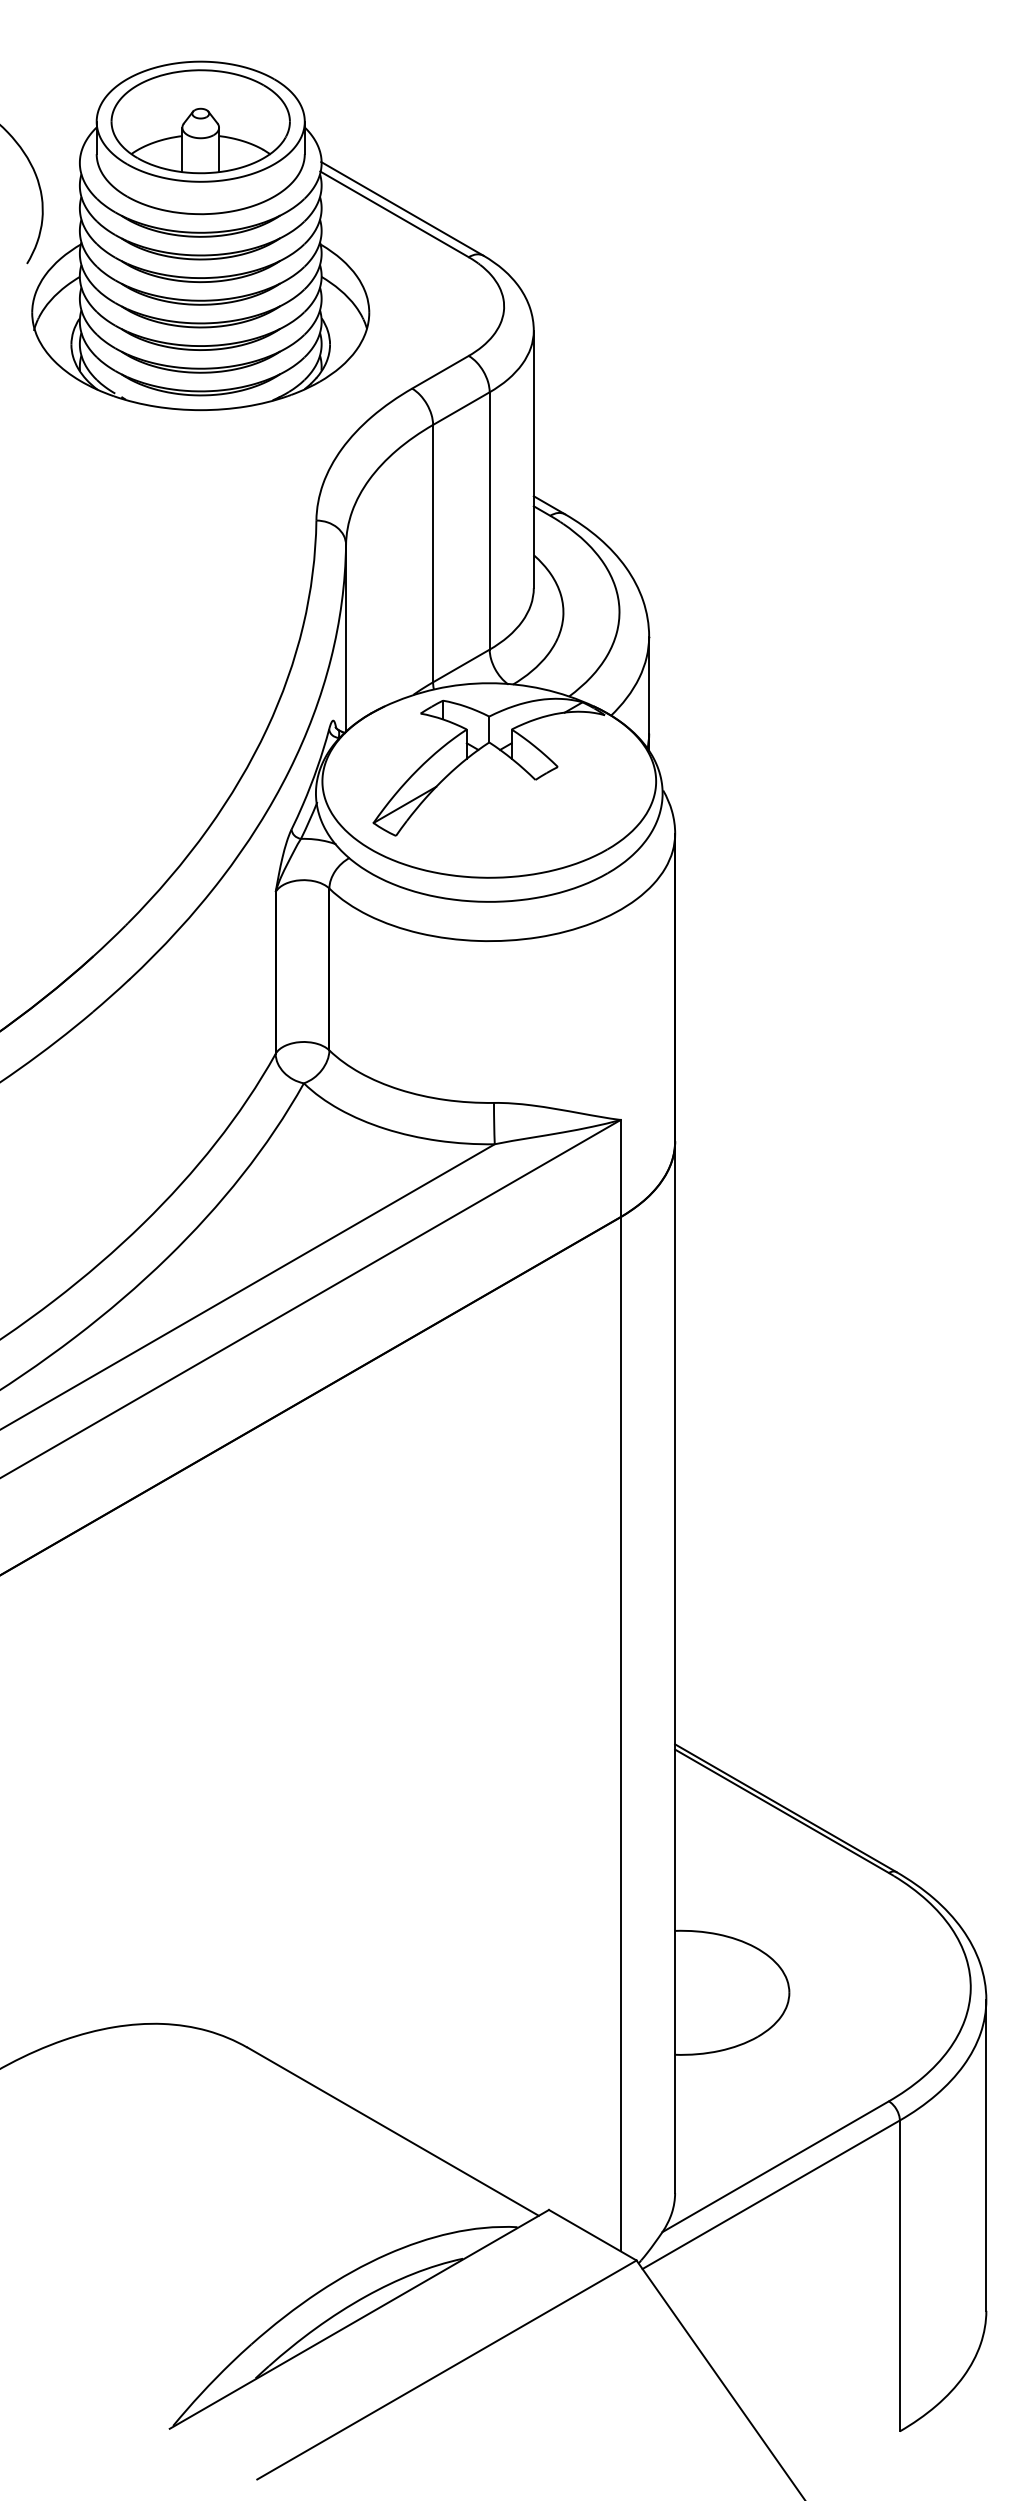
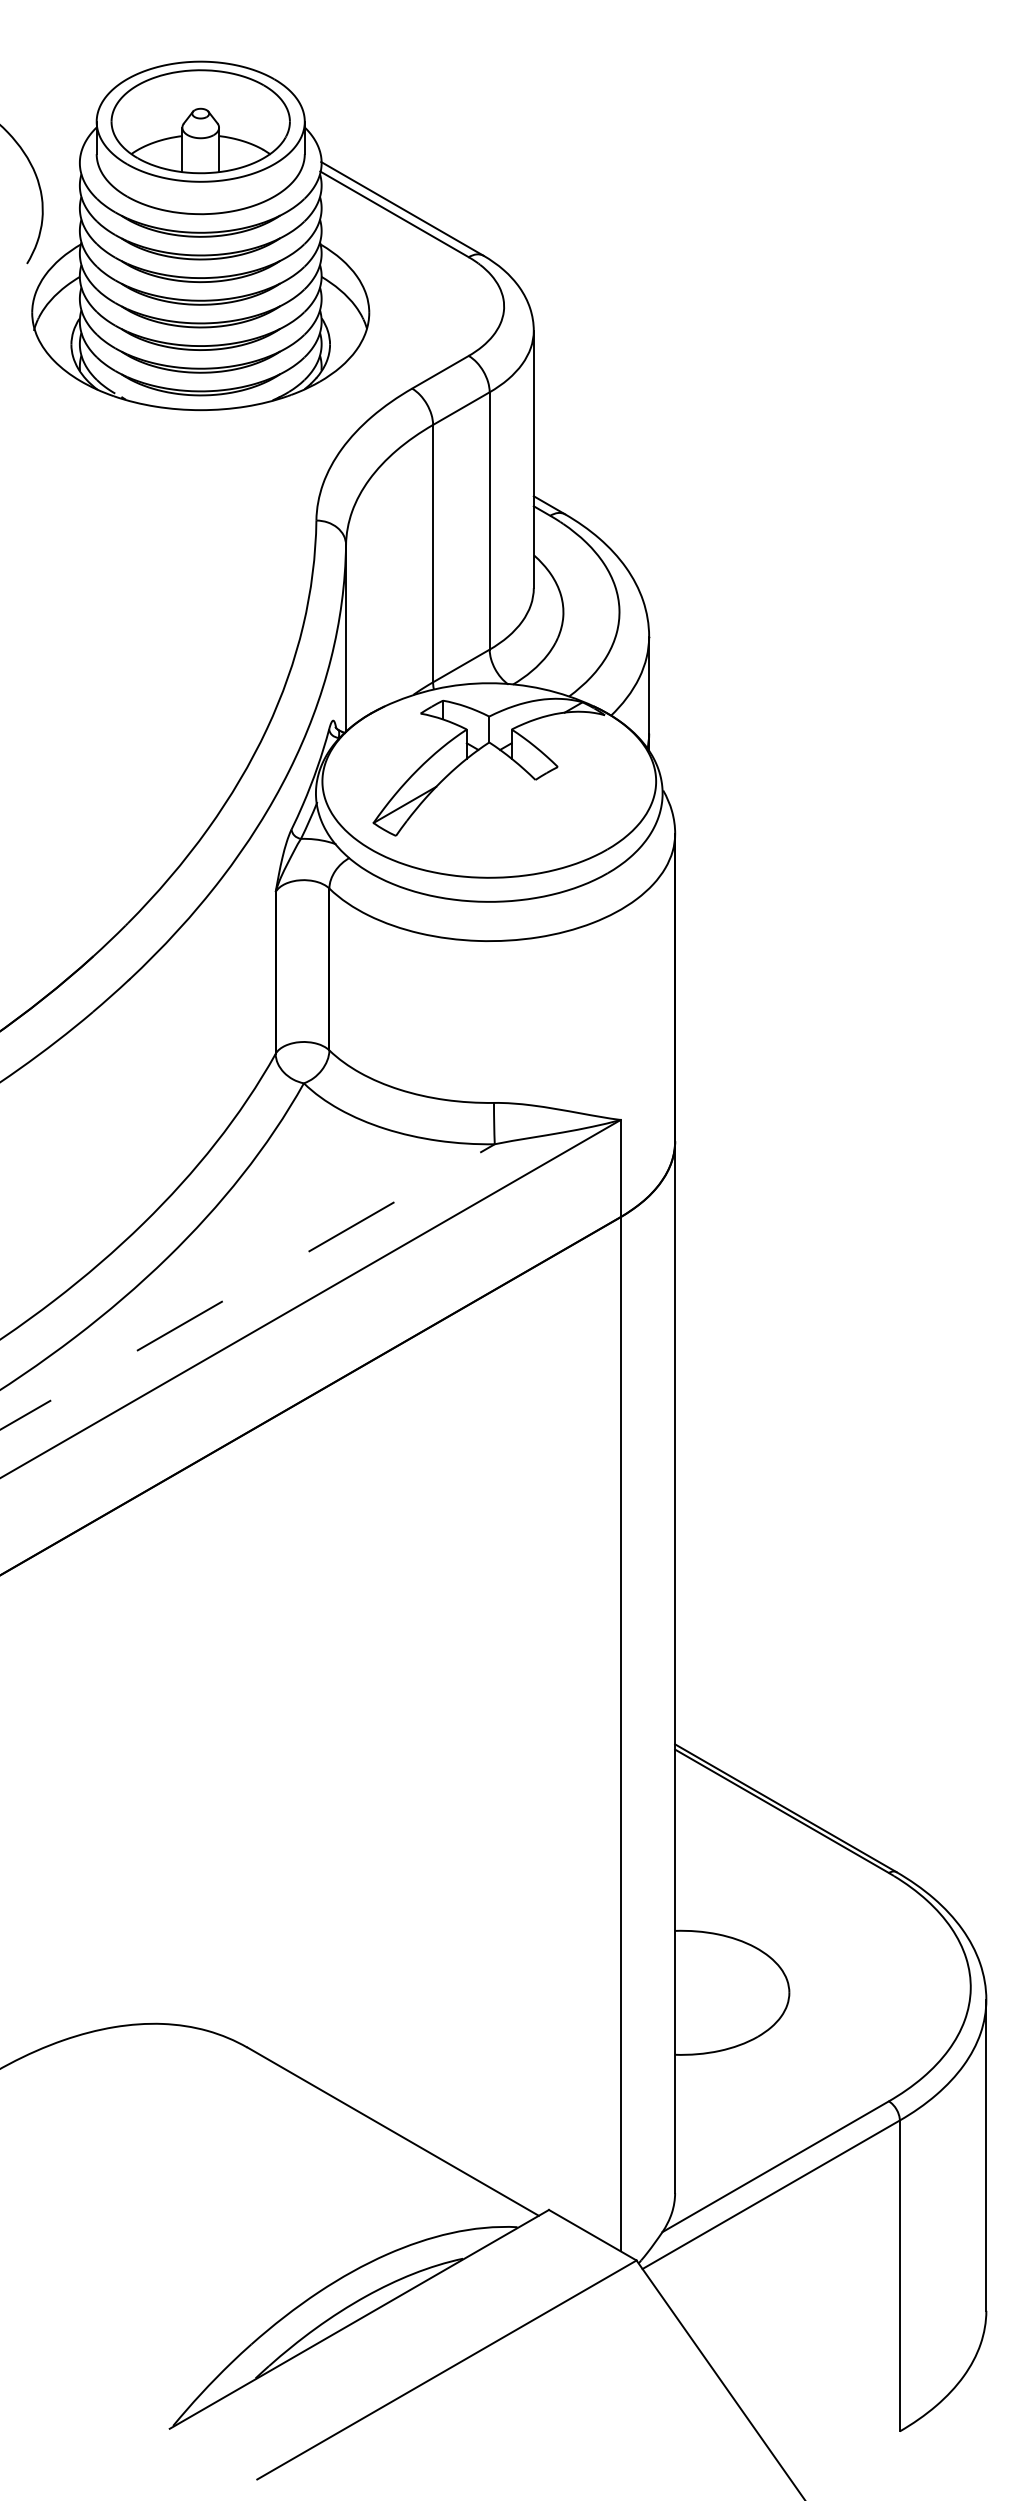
line at (247, 1286): solid -> dashed
